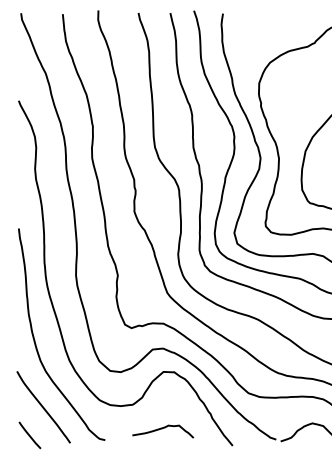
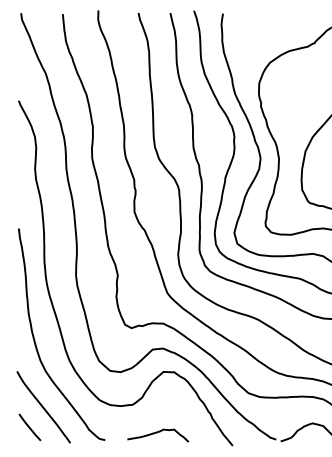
curve at (162, 429) position: (162, 429) -> (157, 433)
line at (29, 435) position: (29, 435) -> (29, 427)
